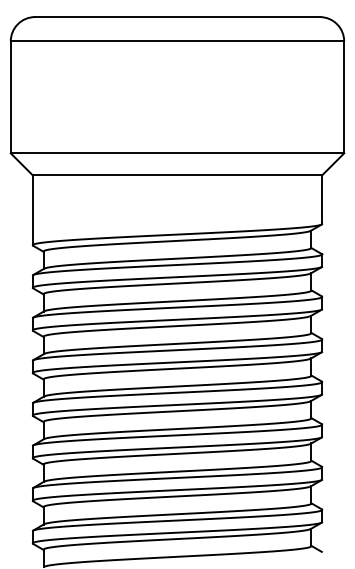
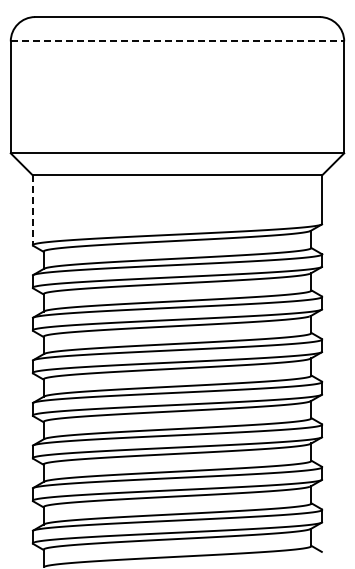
line at (177, 41): solid -> dashed
line at (32, 210): solid -> dashed
